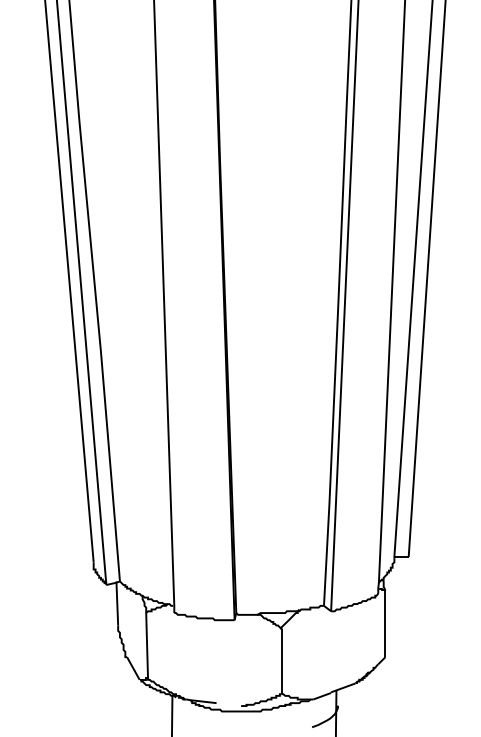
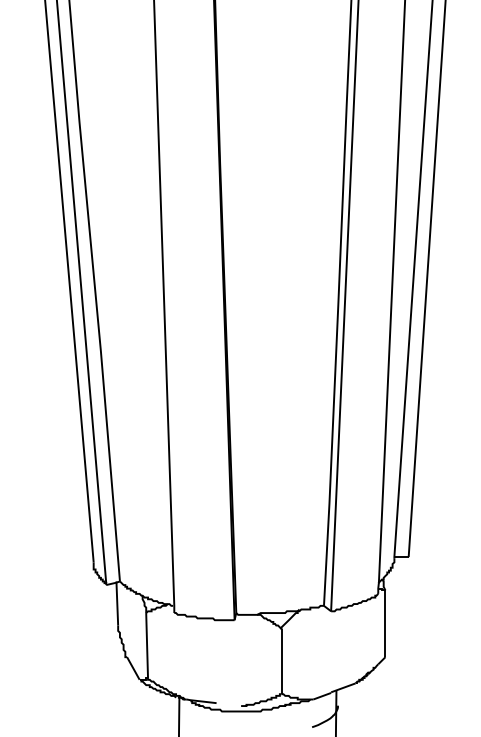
line at (172, 714) position: (172, 714) -> (179, 714)
